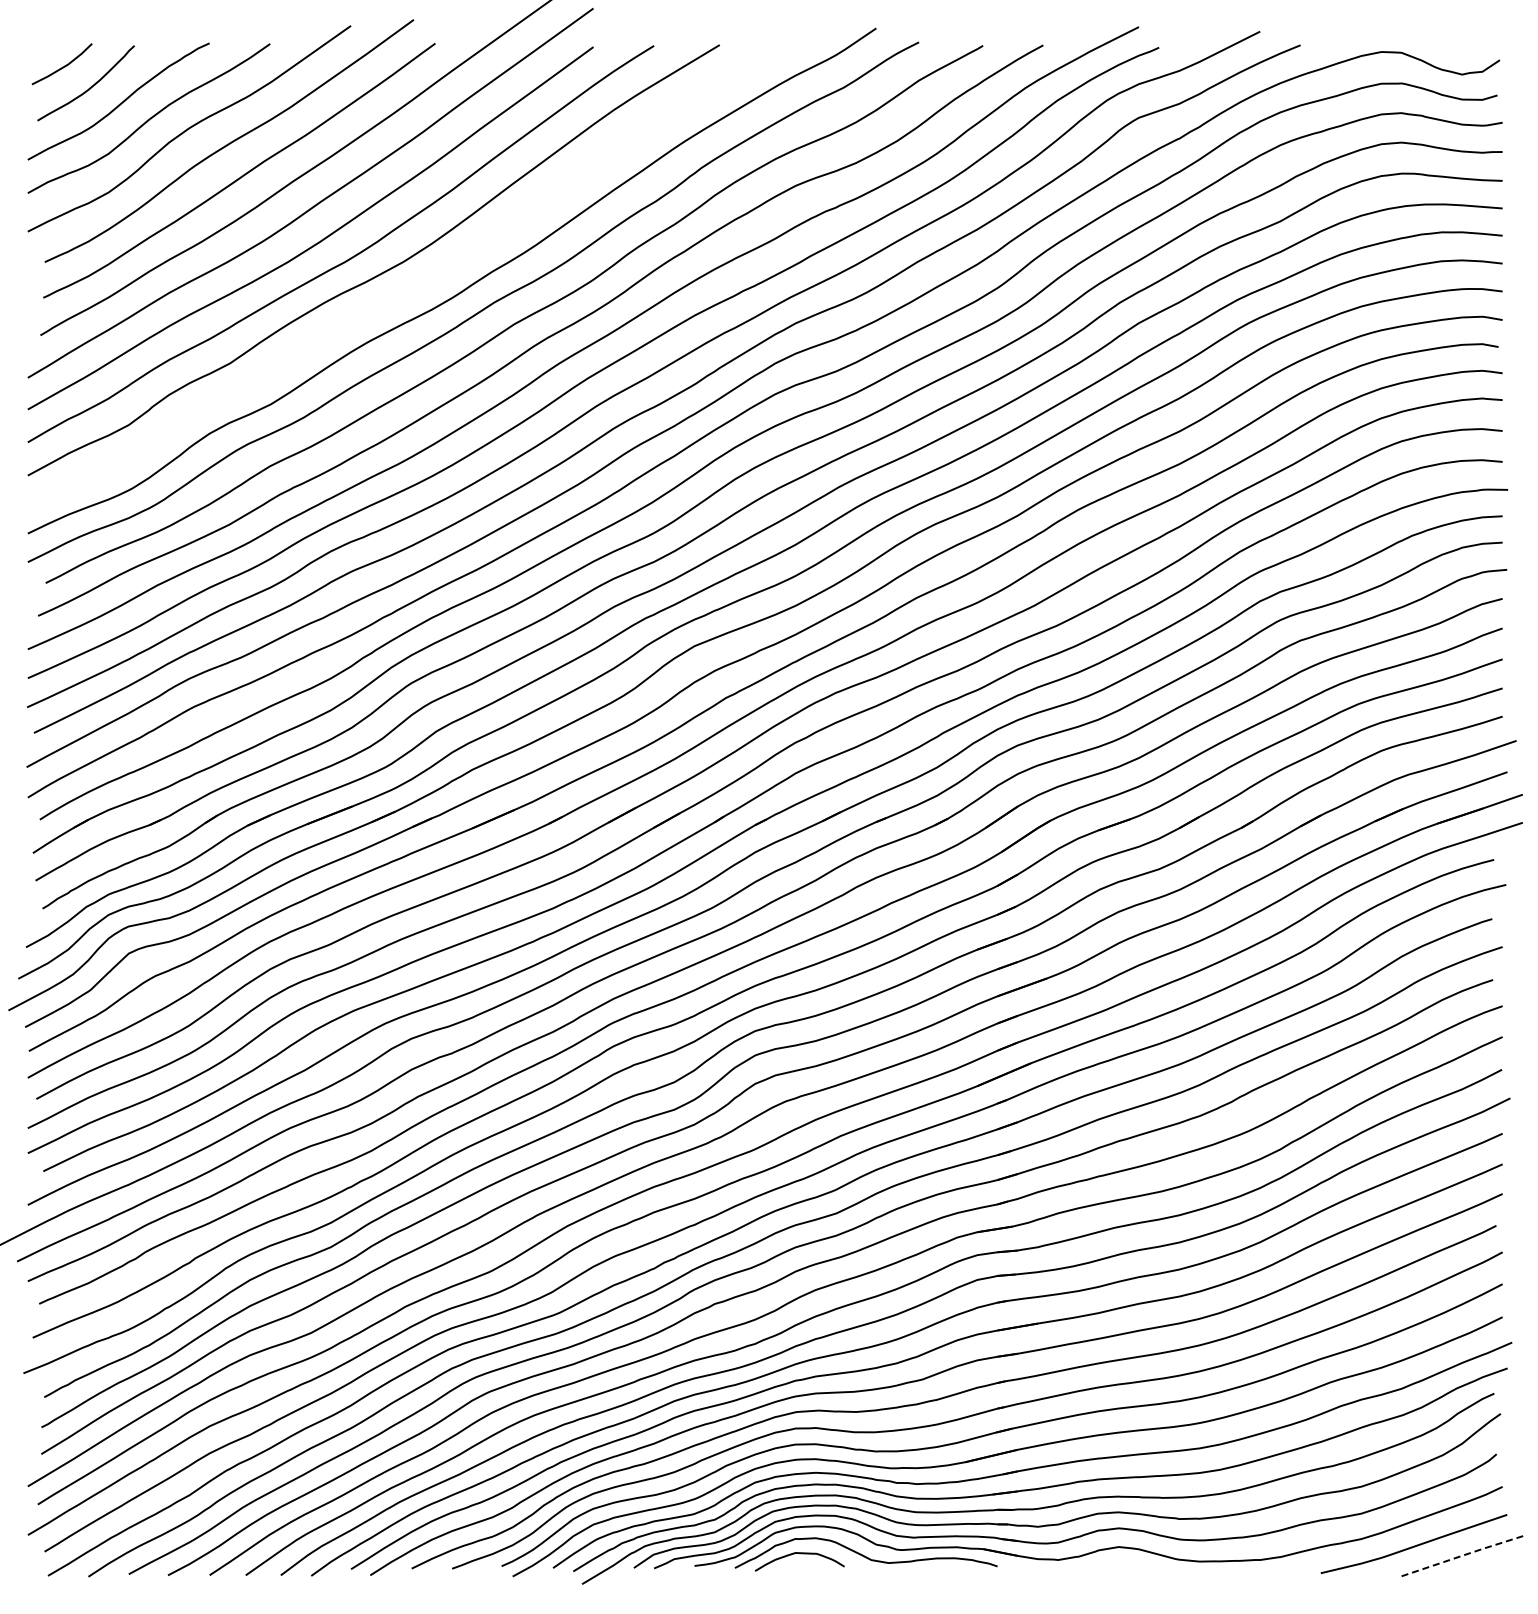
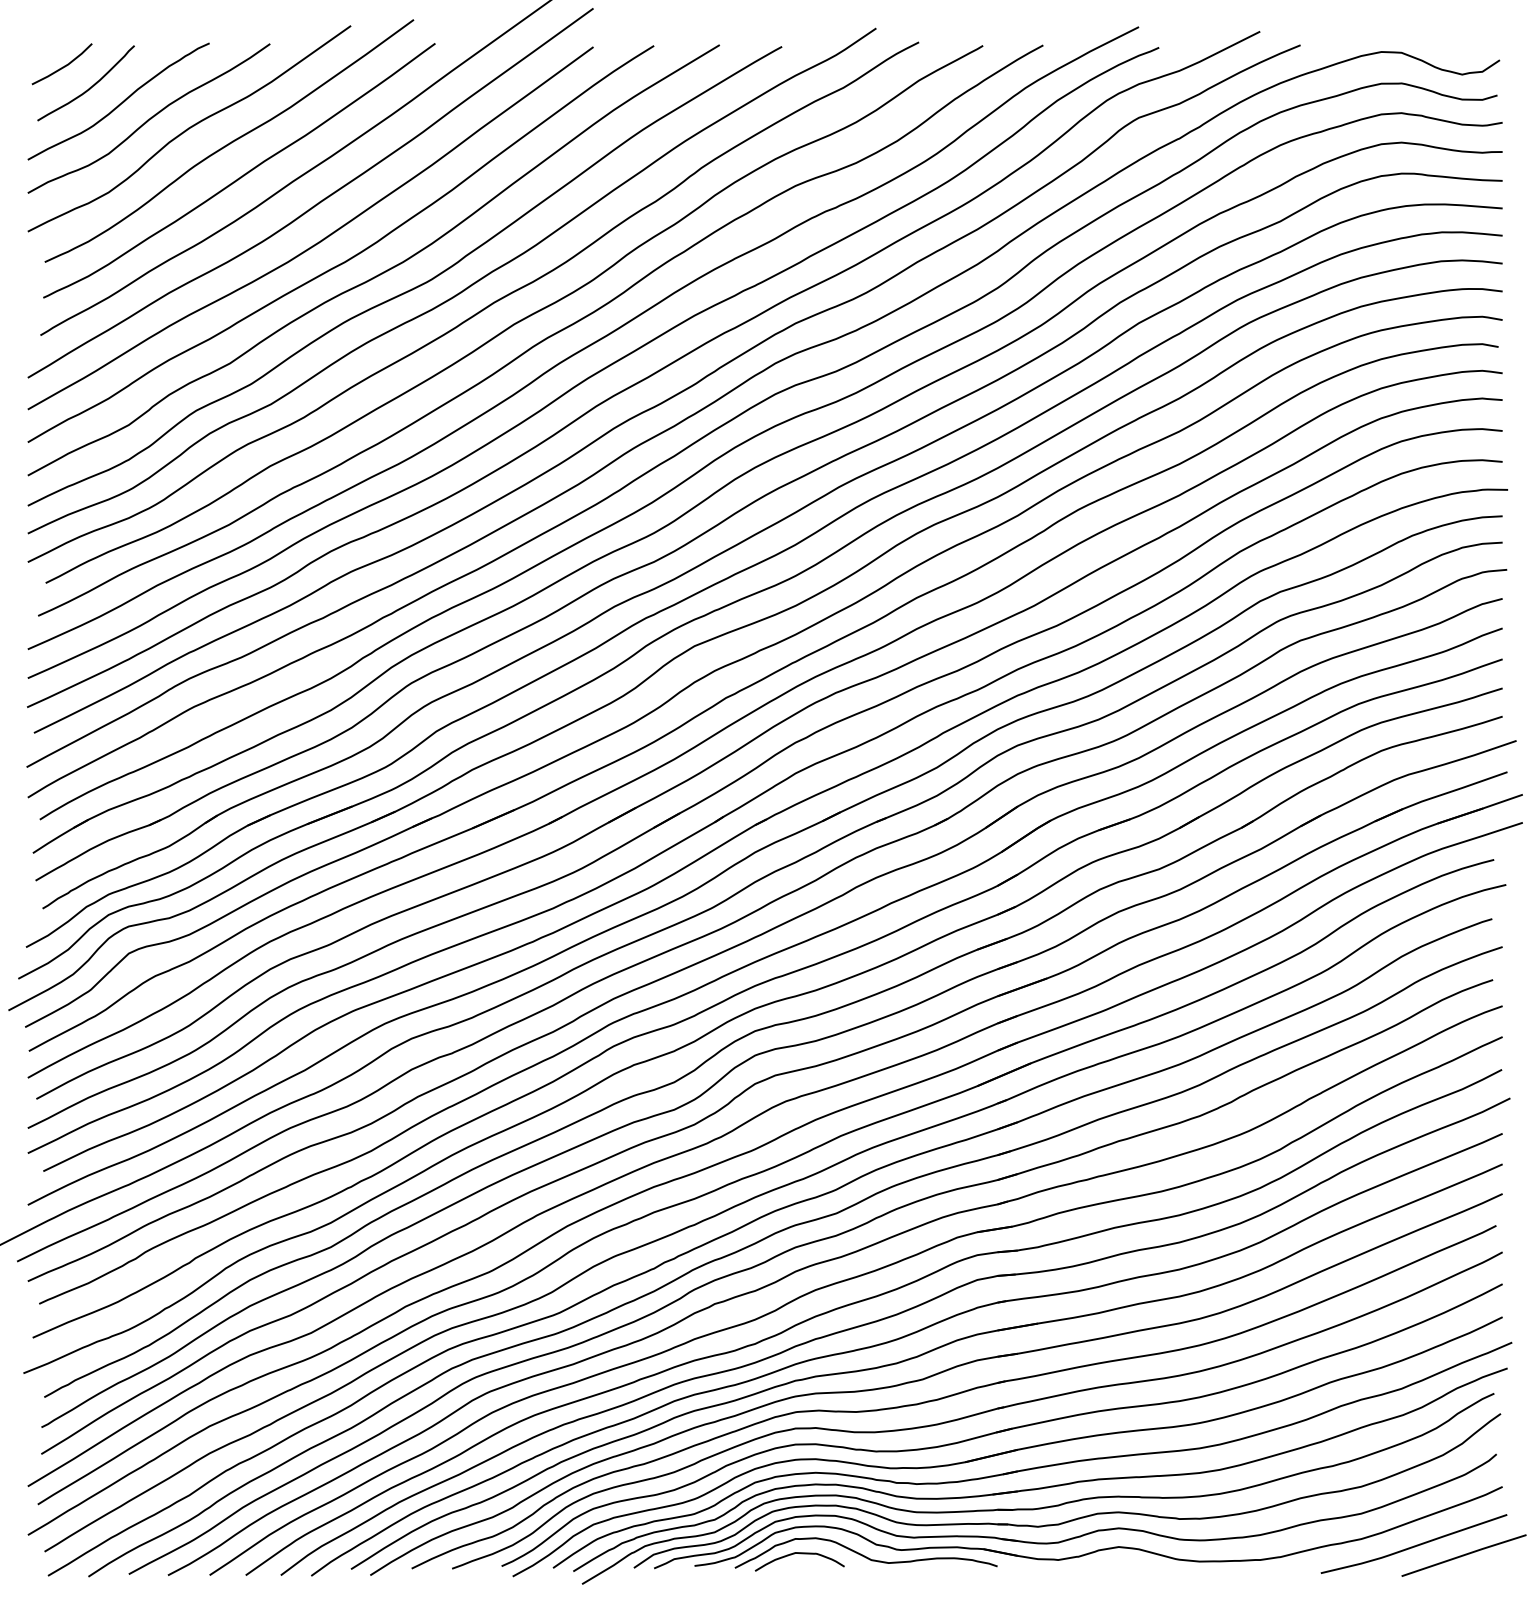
curve at (411, 288): none -> present
line at (1464, 1555): dashed -> solid
